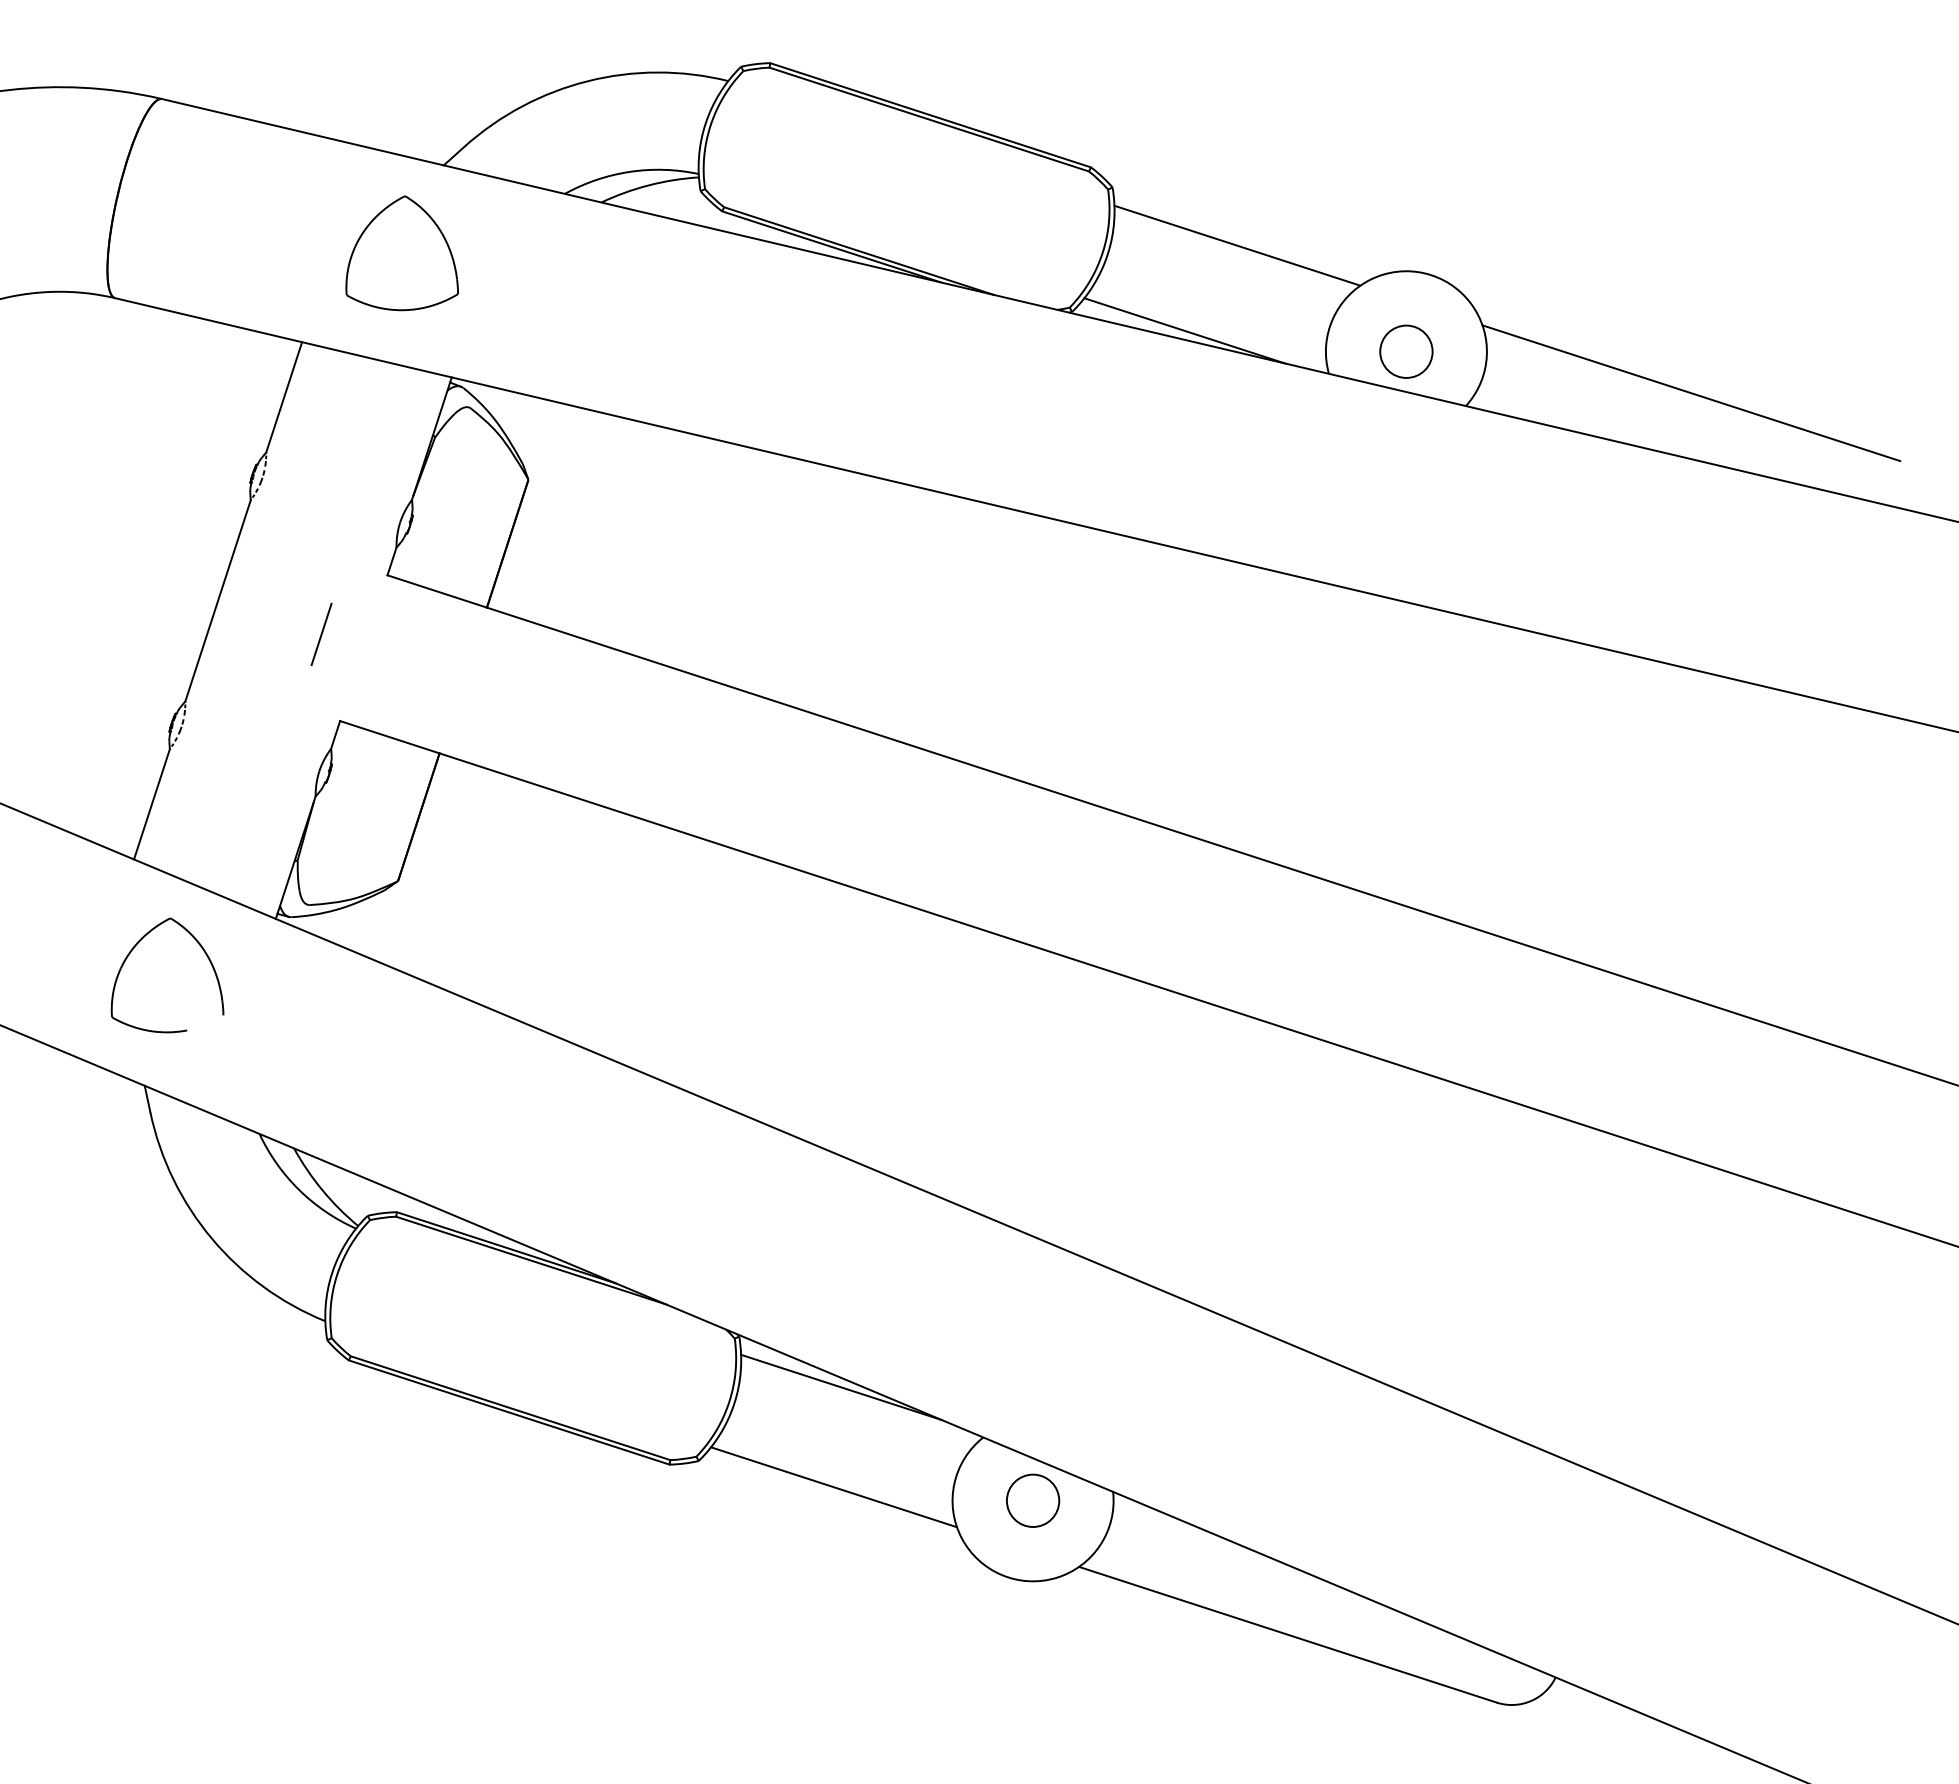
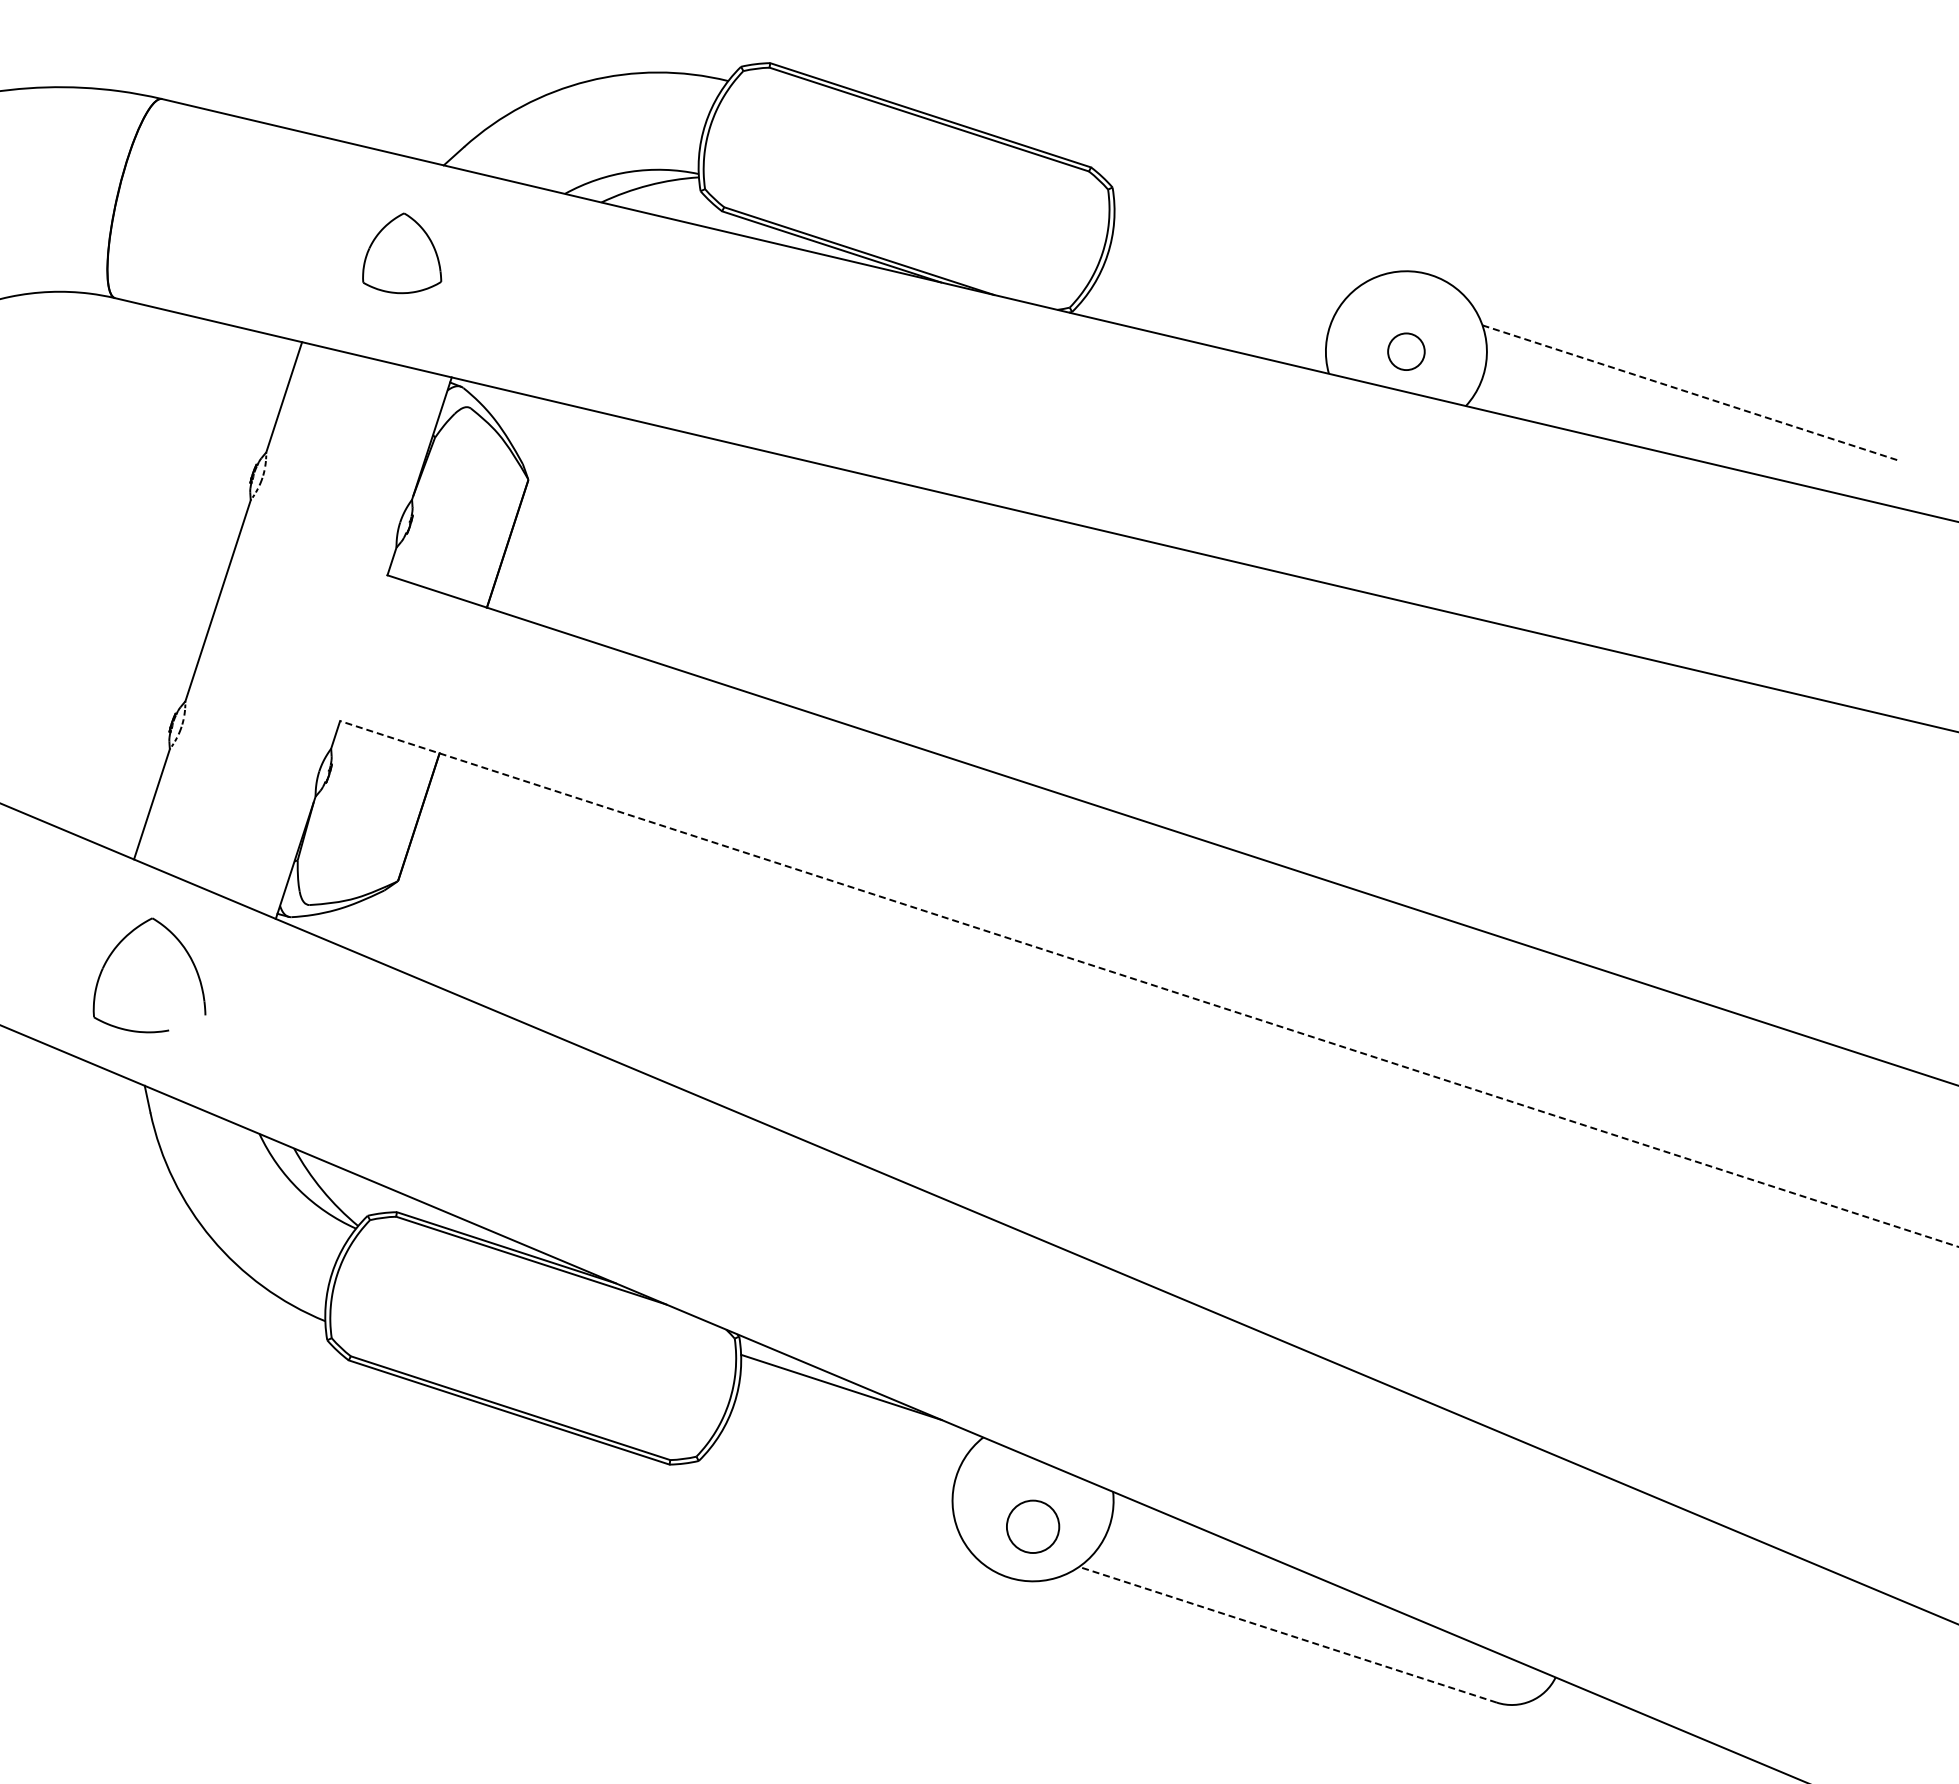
line at (1237, 245): present -> none
part at (401, 253) size: 114x117 px -> 81x83 px
line at (1184, 330): present -> none
circle at (1406, 351) diameter: 52 px -> 37 px
line at (1691, 393): solid -> dashed
line at (321, 634): present -> none
part at (135, 947) position: (135, 947) -> (117, 947)
line at (1148, 983): solid -> dashed
line at (834, 1487): present -> none
circle at (1033, 1500) position: (1033, 1500) -> (1033, 1526)
line at (1287, 1634): solid -> dashed
